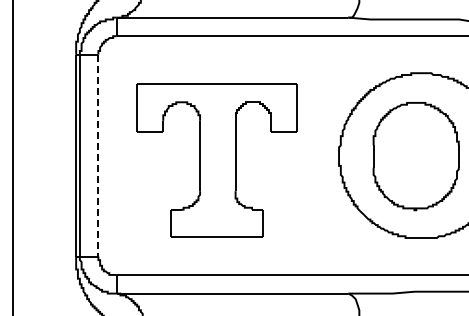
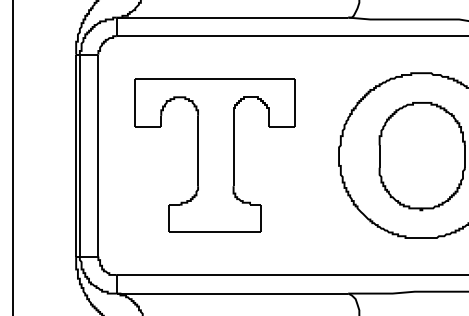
line at (98, 155): dashed -> solid
part at (415, 156) position: (415, 156) -> (421, 156)
part at (216, 160) position: (216, 160) -> (214, 155)
